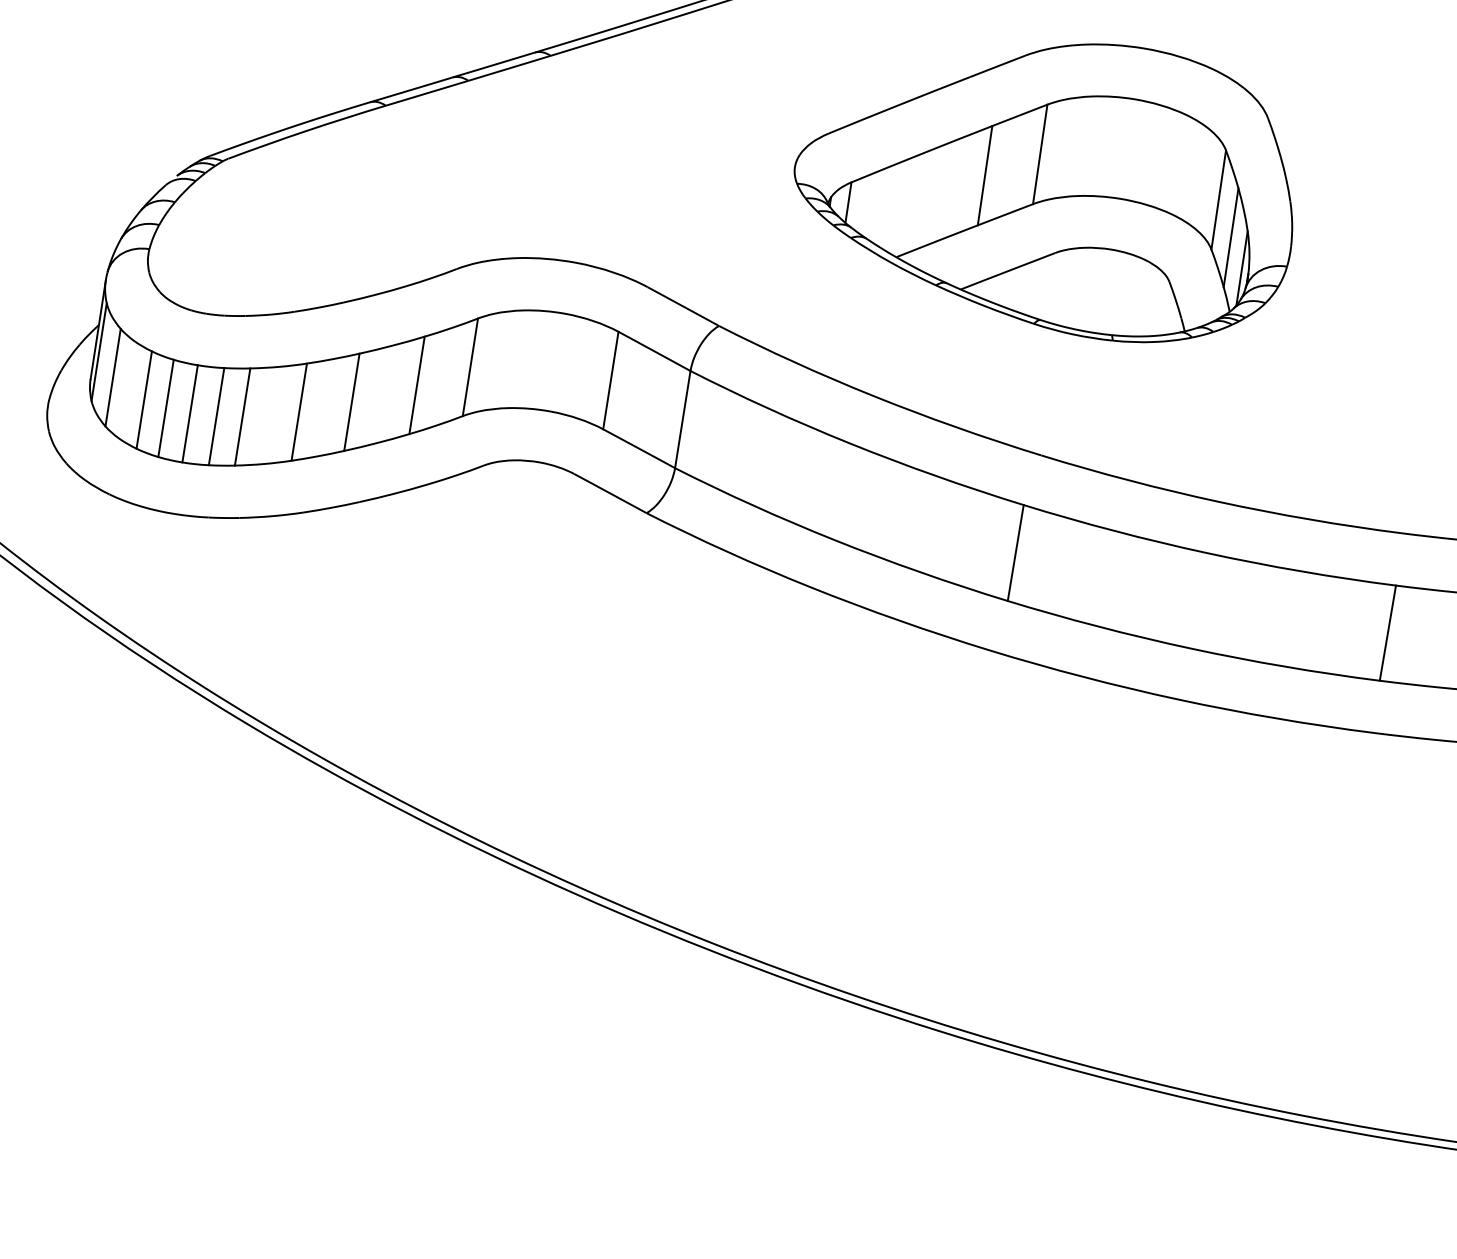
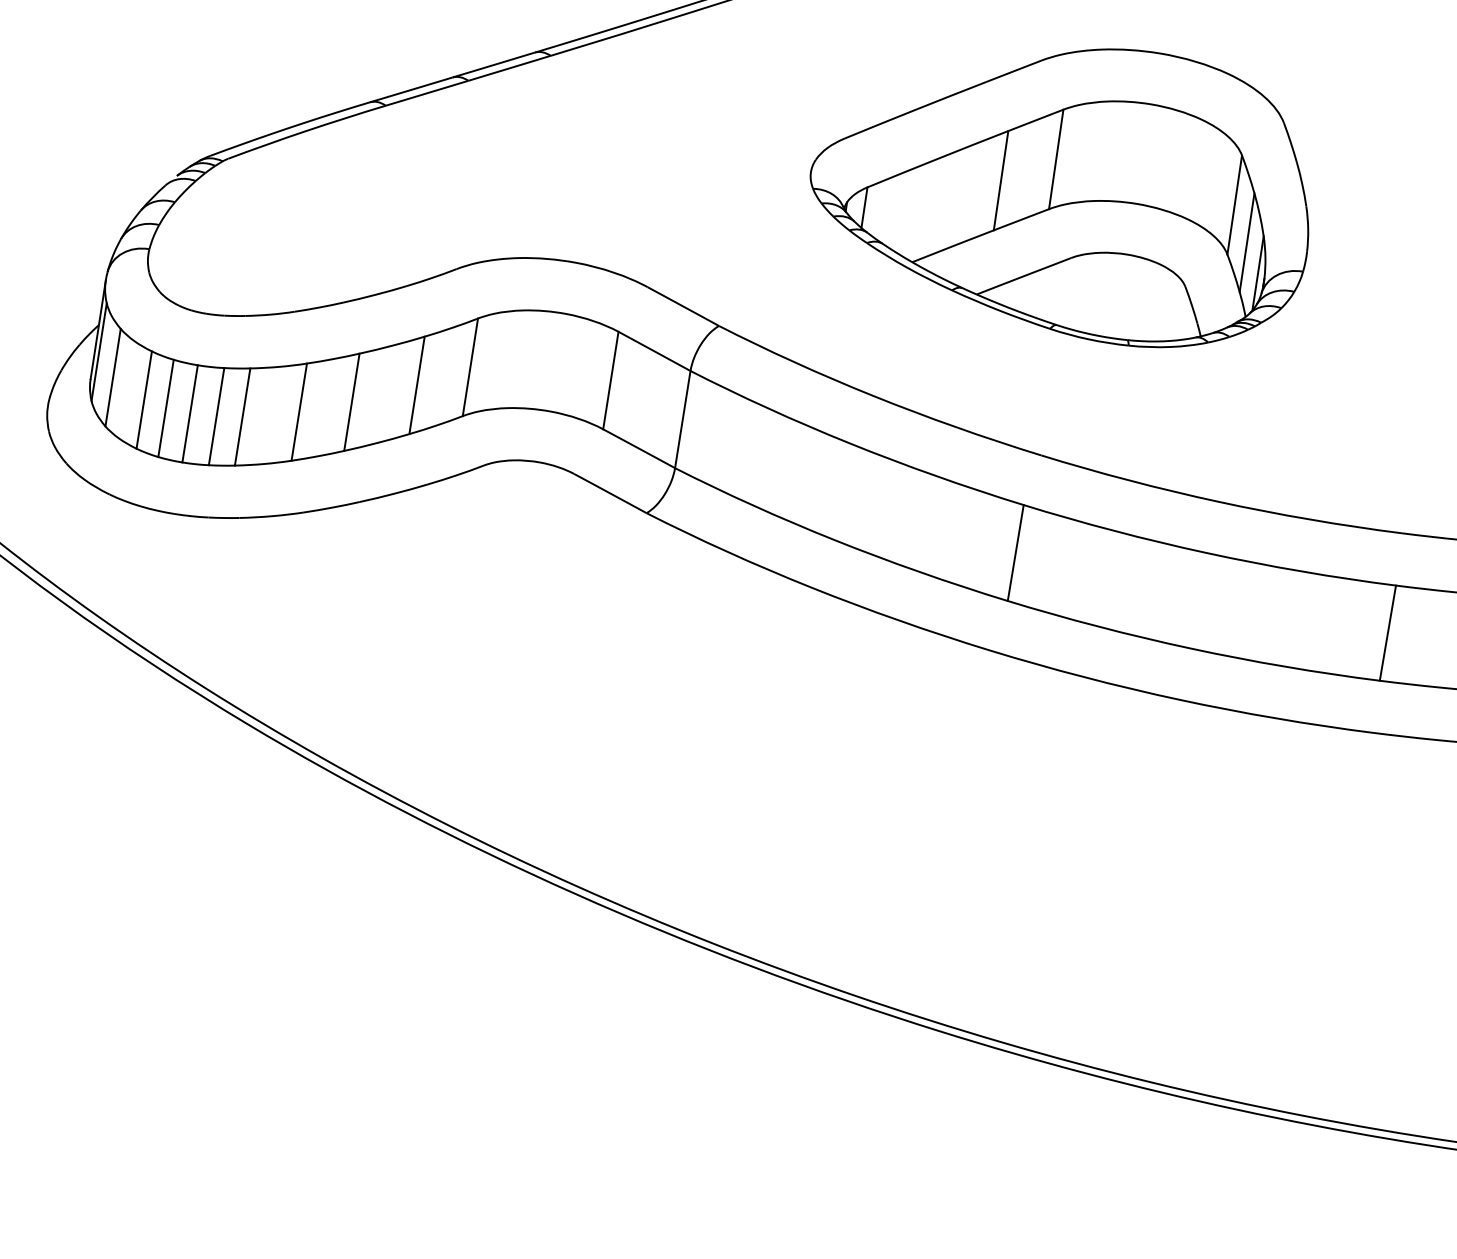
part at (1043, 193) position: (1043, 193) -> (1059, 198)
